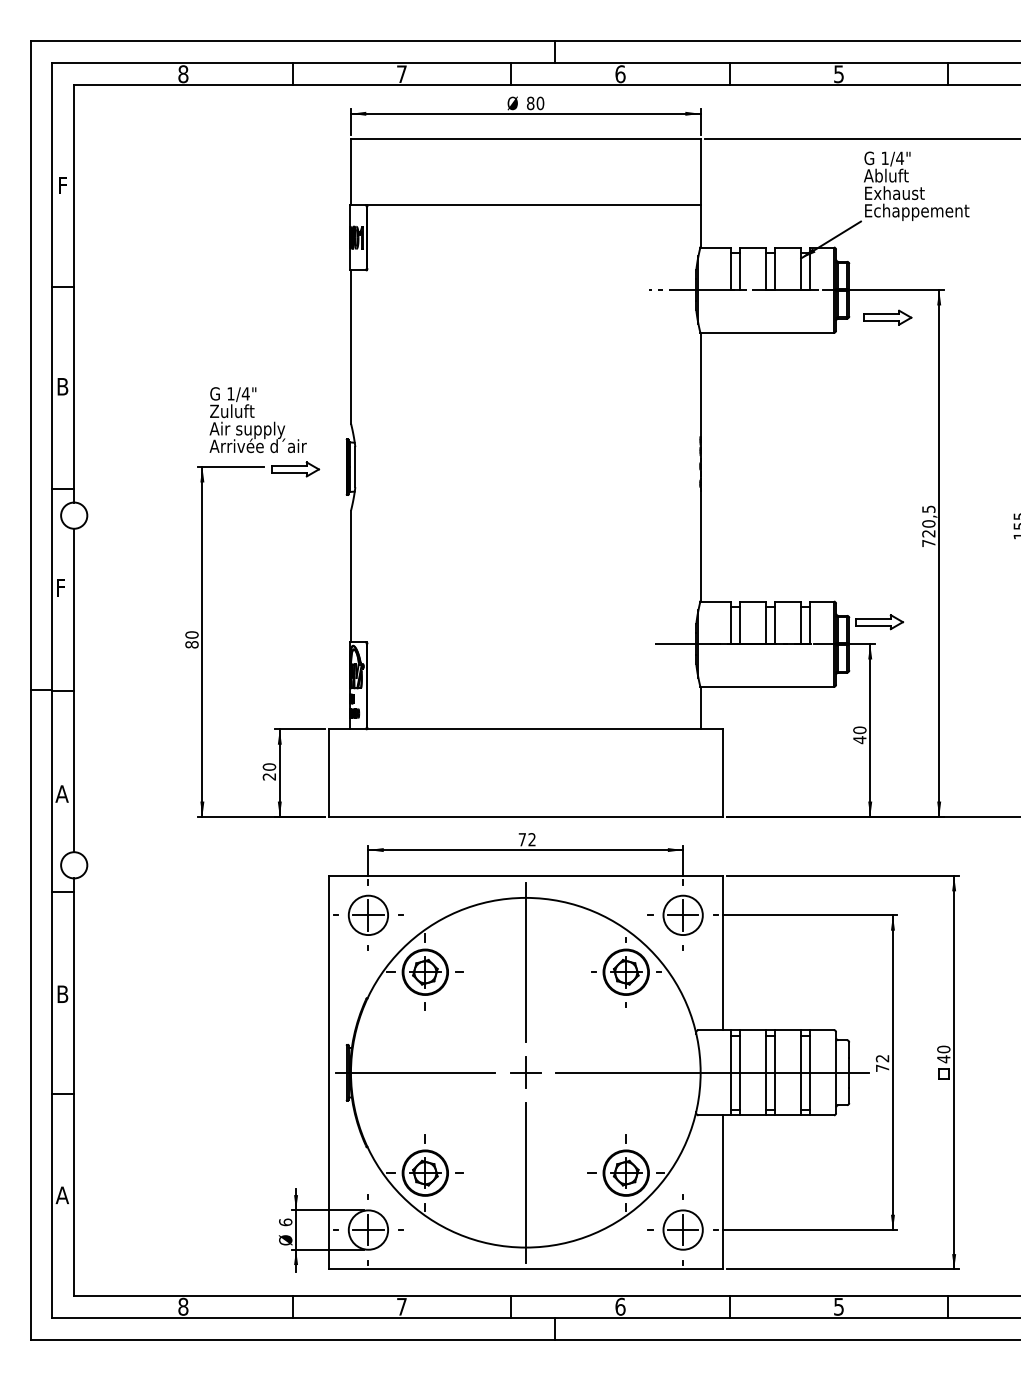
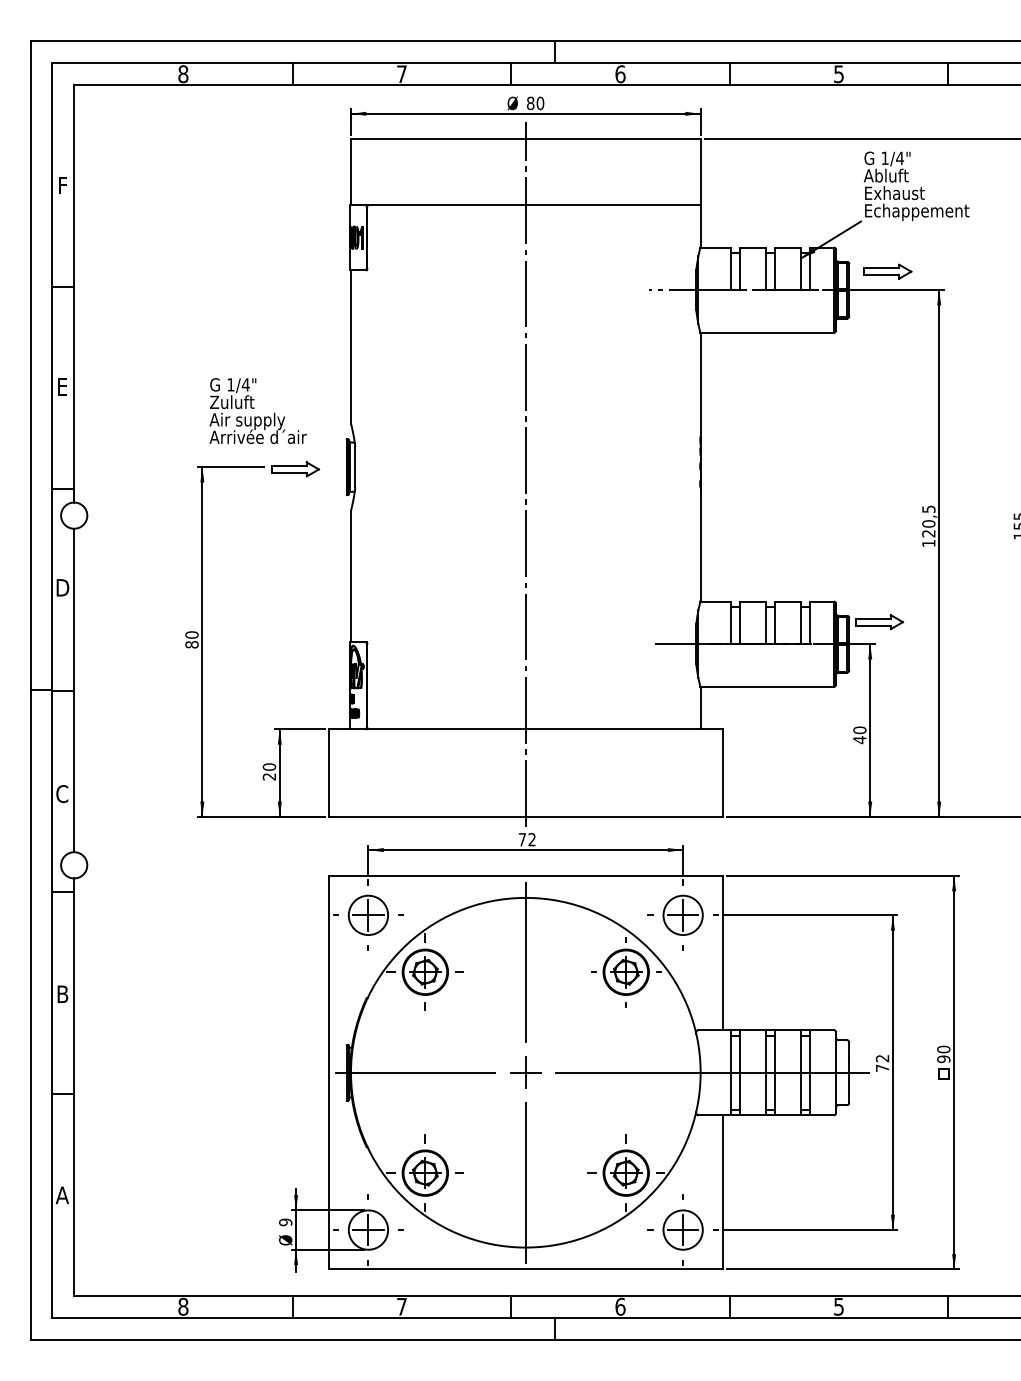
part at (887, 317) position: (887, 317) -> (887, 271)
text at (62, 386): B -> E
text at (257, 420) position: (257, 420) -> (257, 411)
line at (525, 473): none -> present
text at (928, 543): 720,5 -> 120,5
text at (62, 587): F -> D
text at (61, 794): A -> C
text at (943, 1059): 40 -> 90
text at (285, 1222): 6 -> 9
